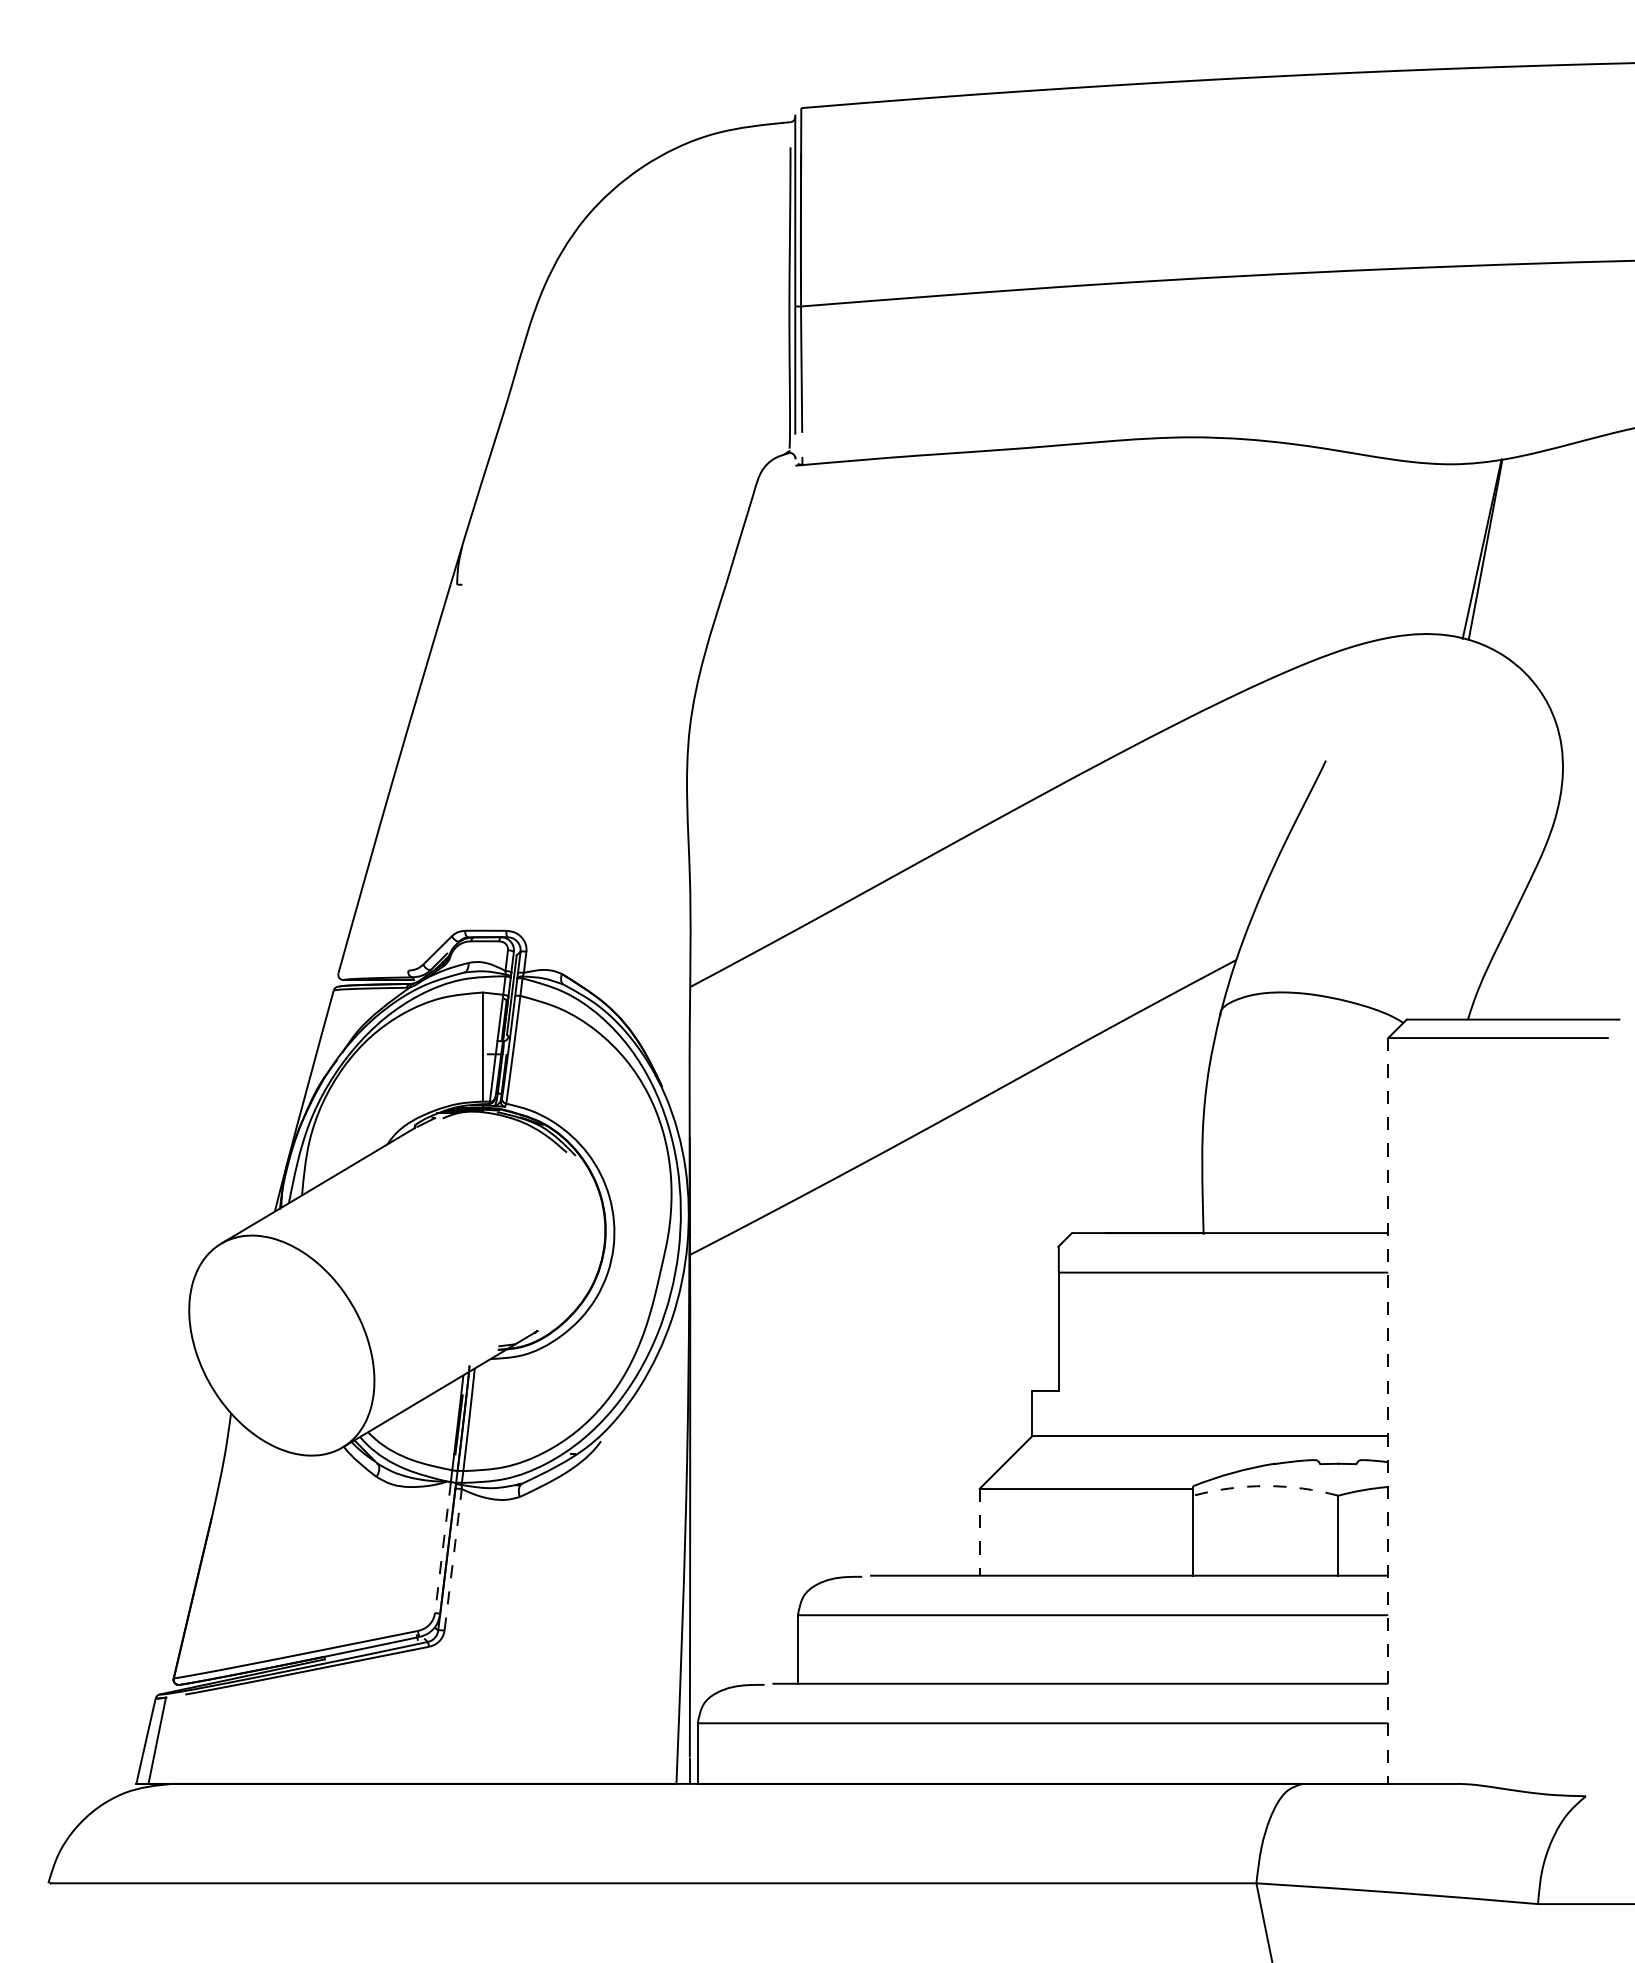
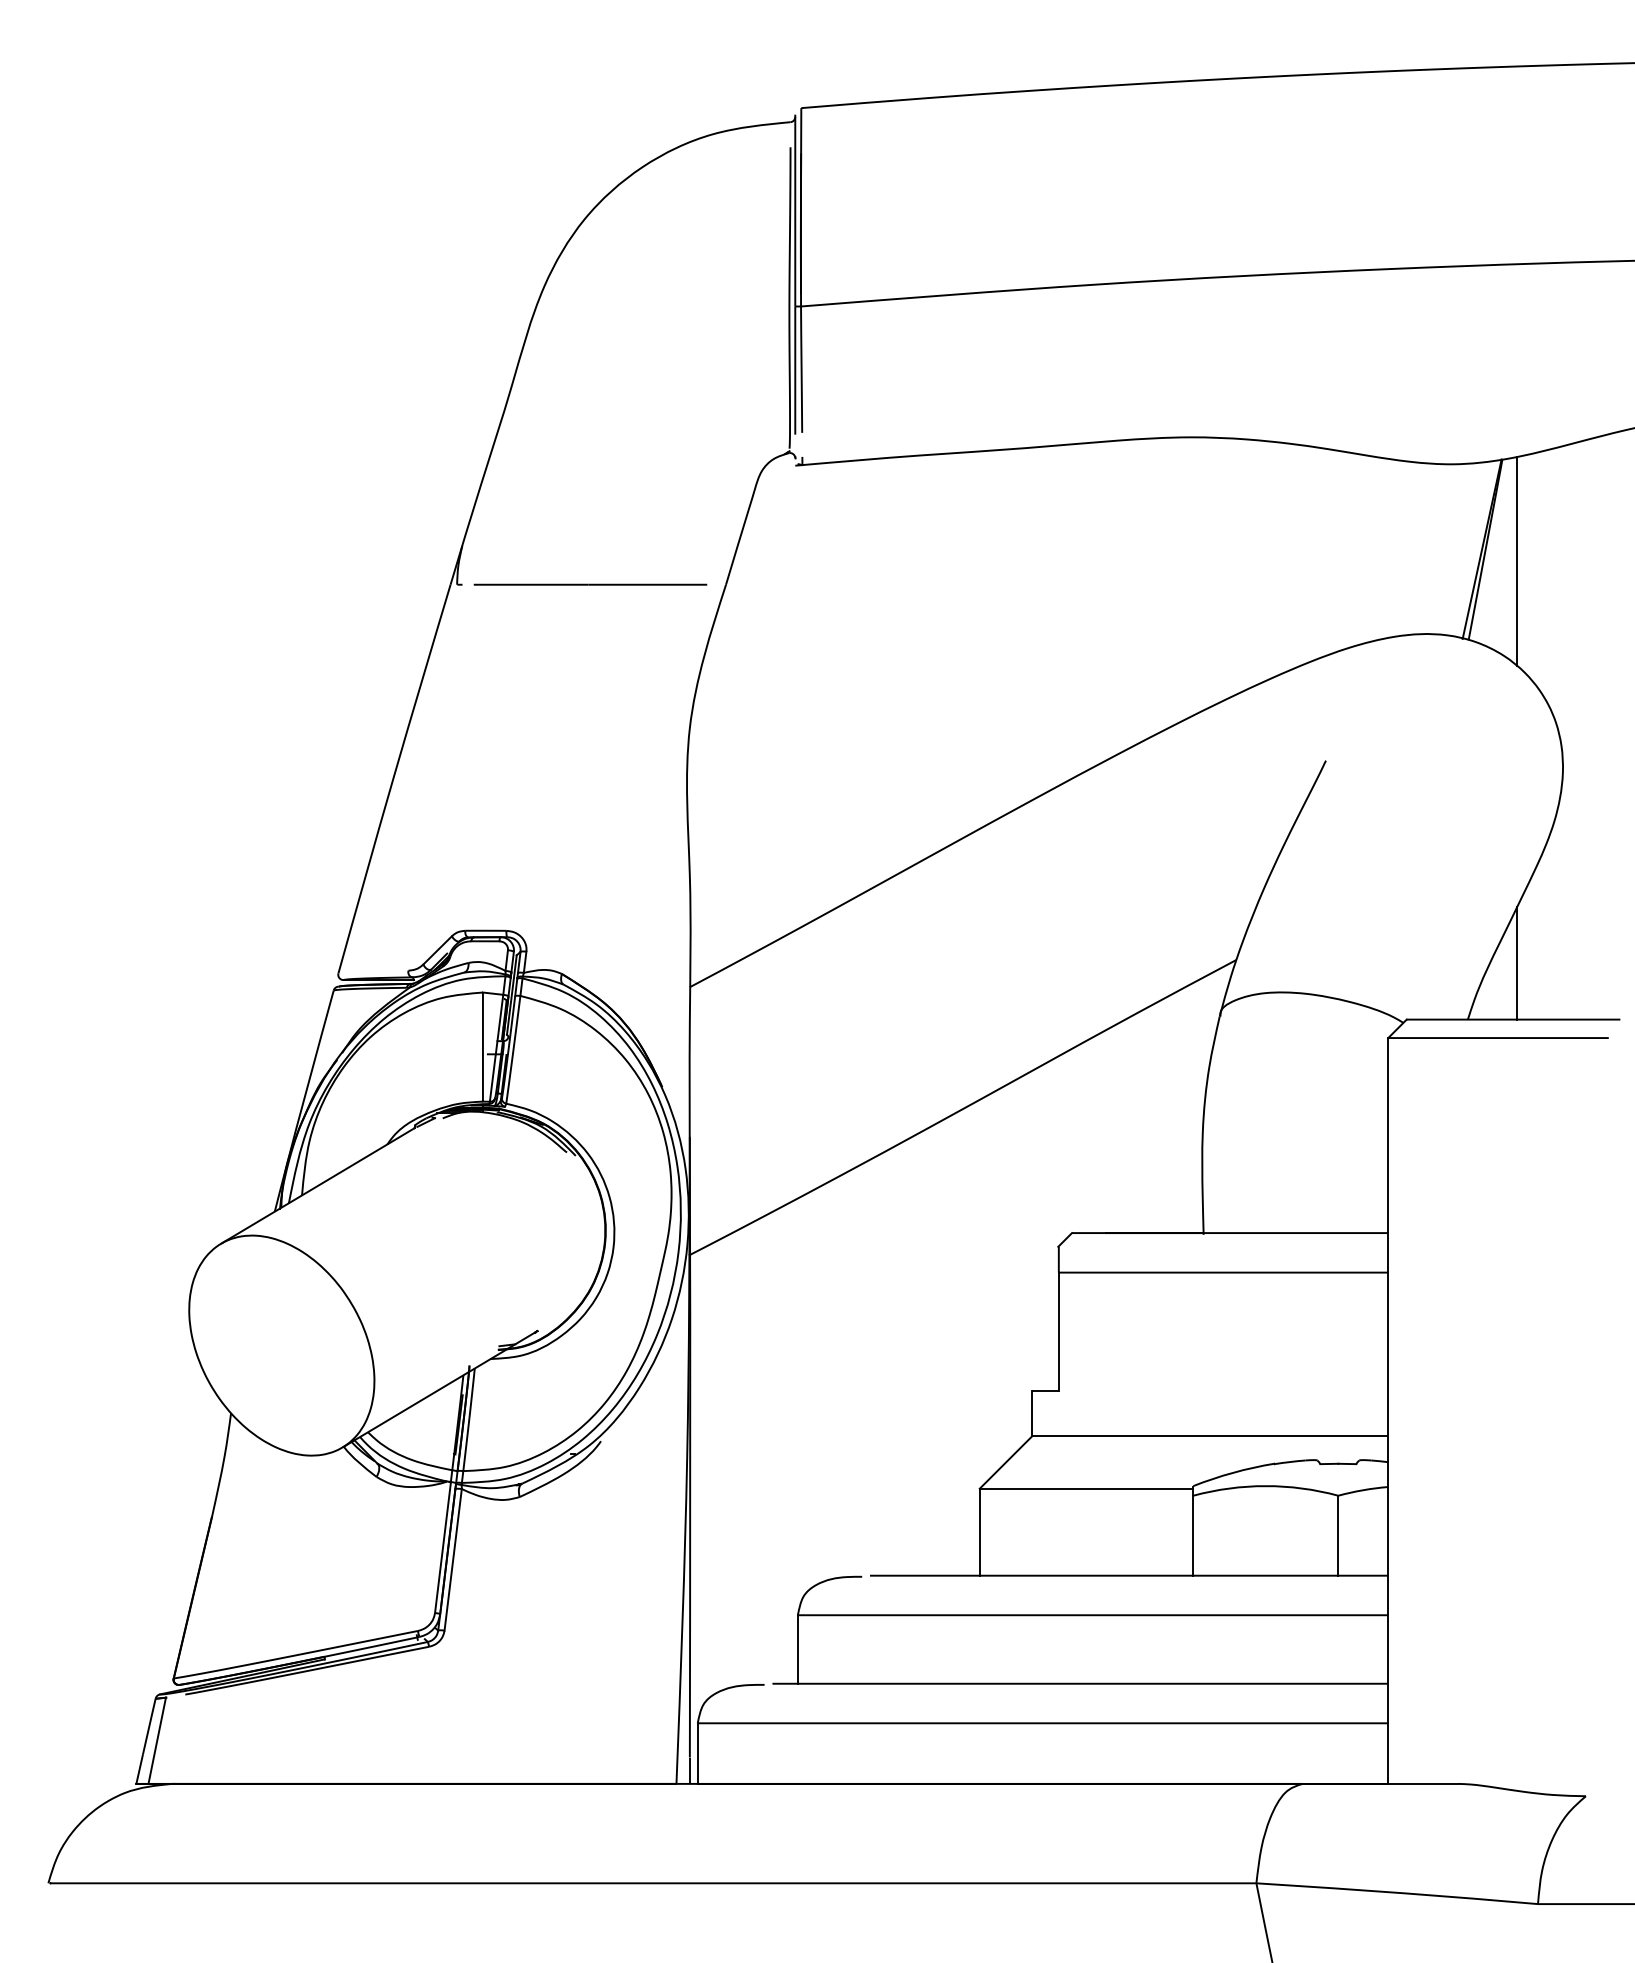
line at (1517, 561): none -> present
line at (590, 584): none -> present
line at (1517, 963): none -> present
line at (1388, 1410): dashed -> solid
arc at (1265, 1486): dashed -> solid
line at (979, 1532): dashed -> solid
line at (442, 1547): dashed -> solid
line at (453, 1559): dashed -> solid
